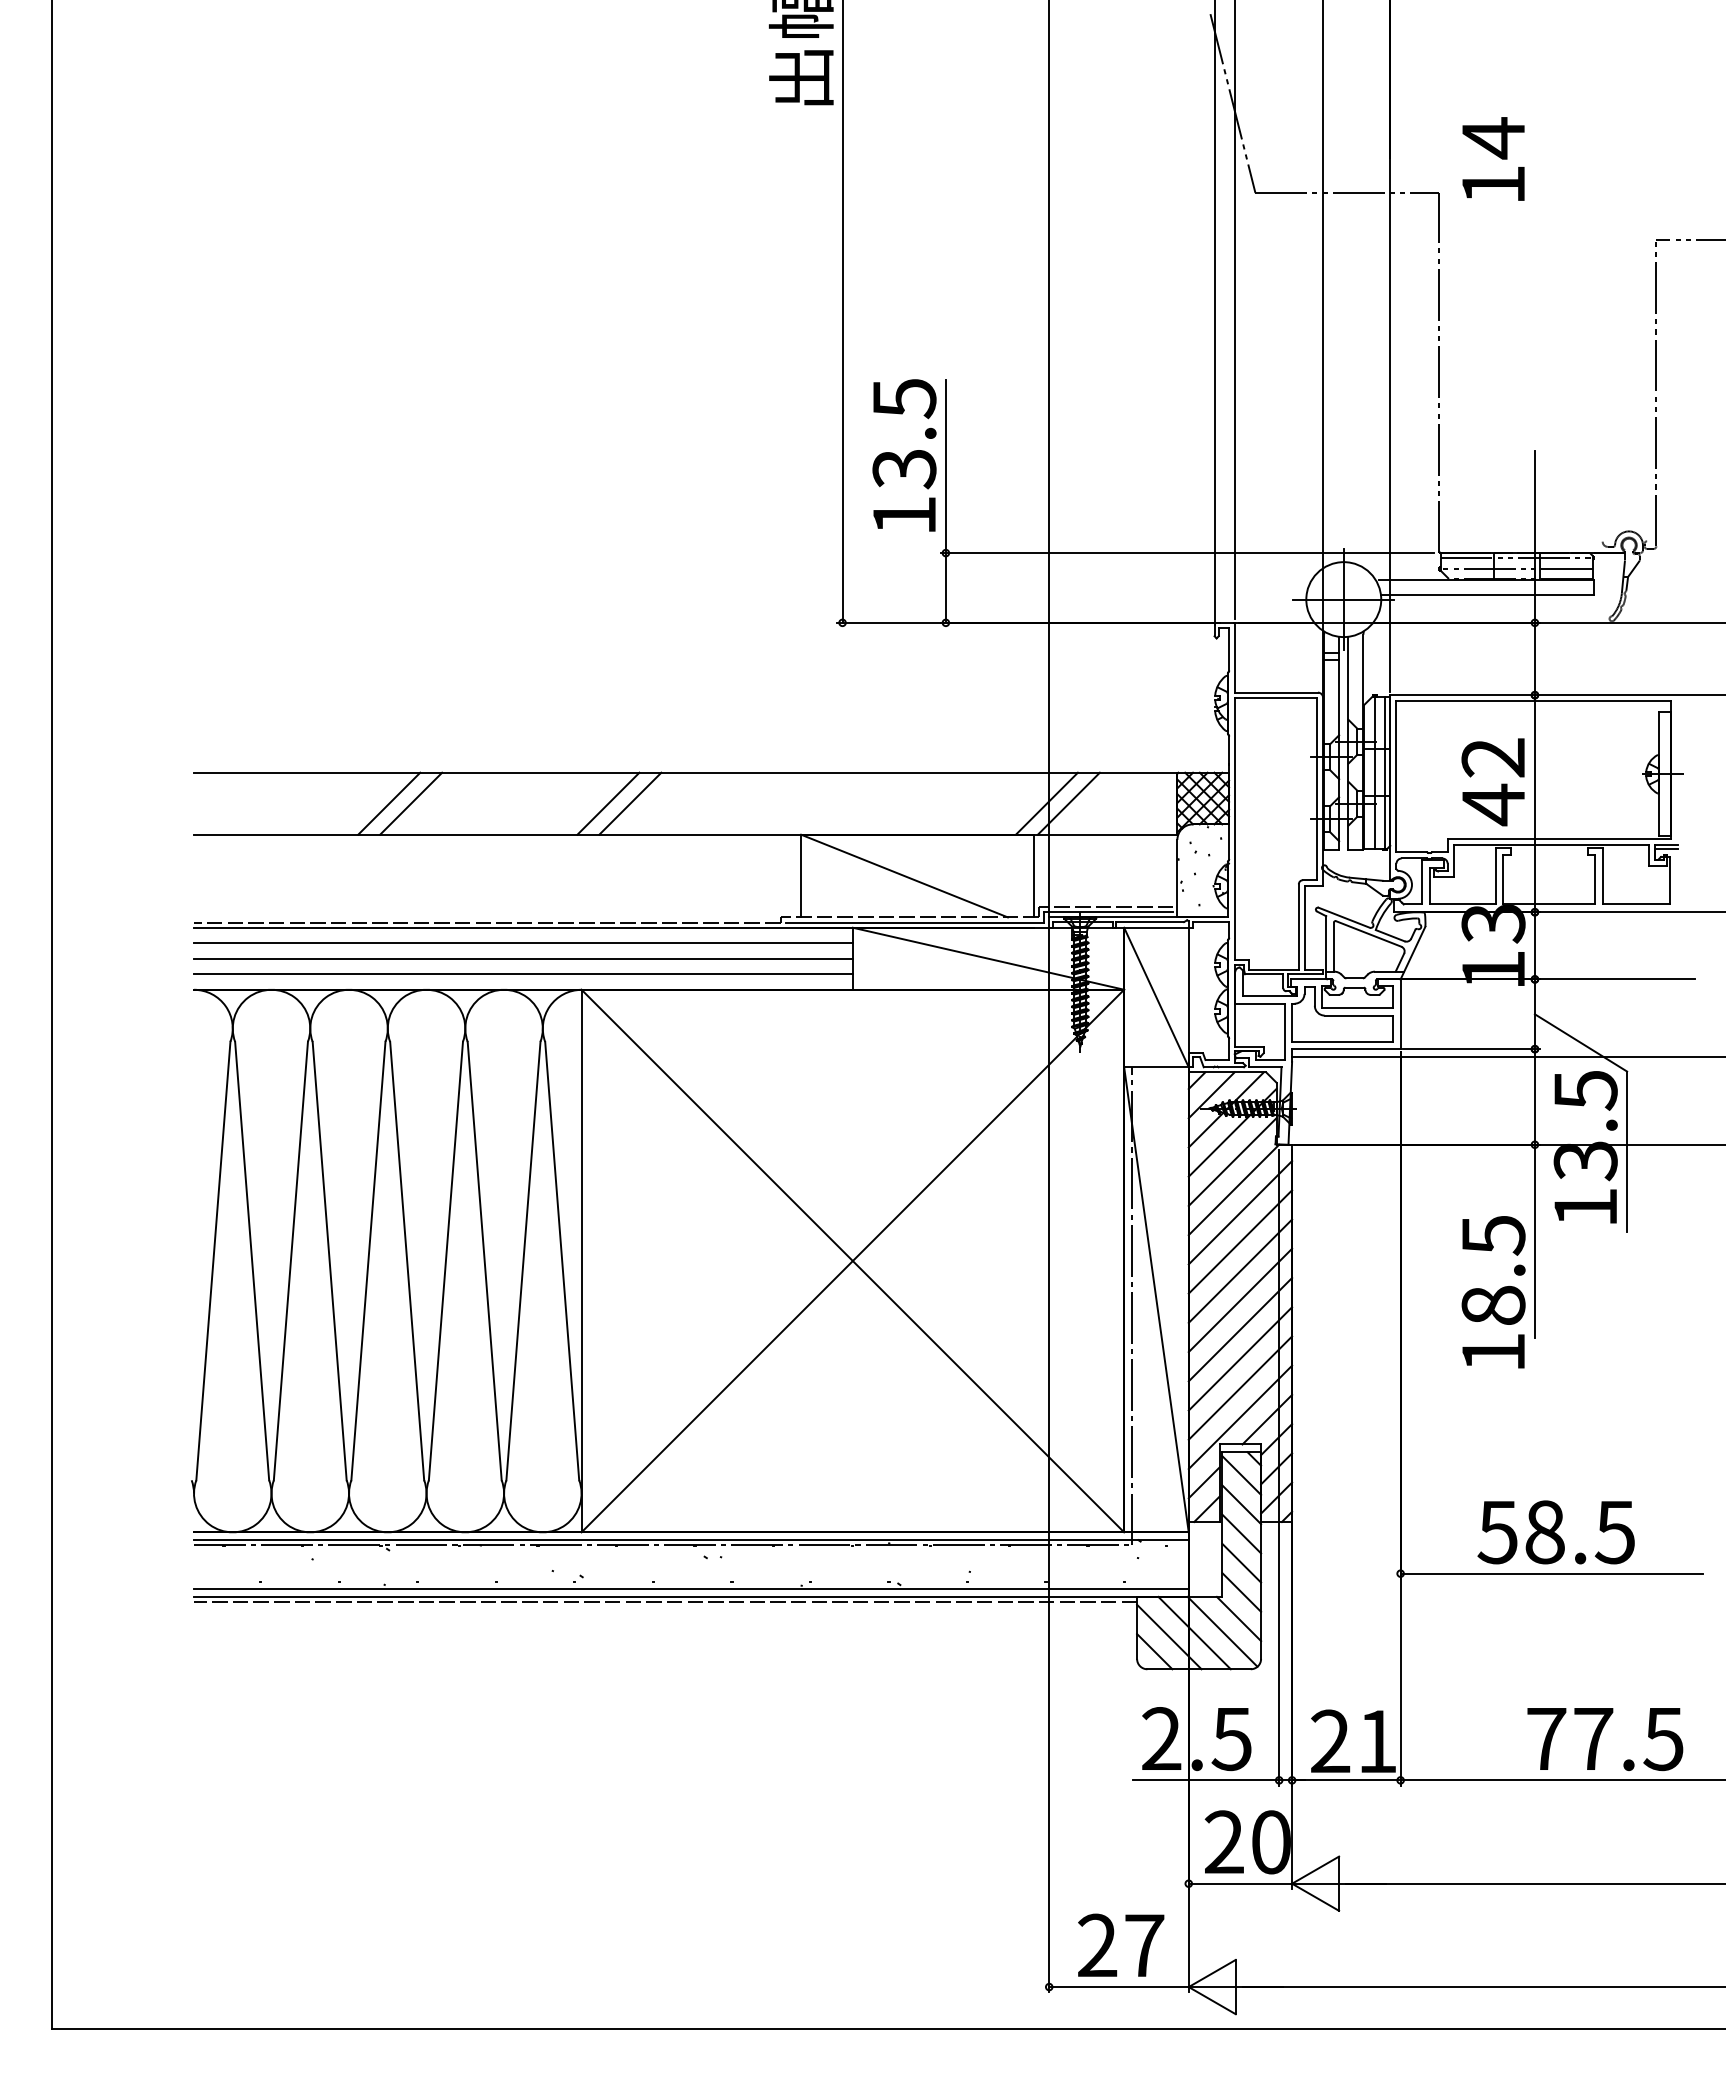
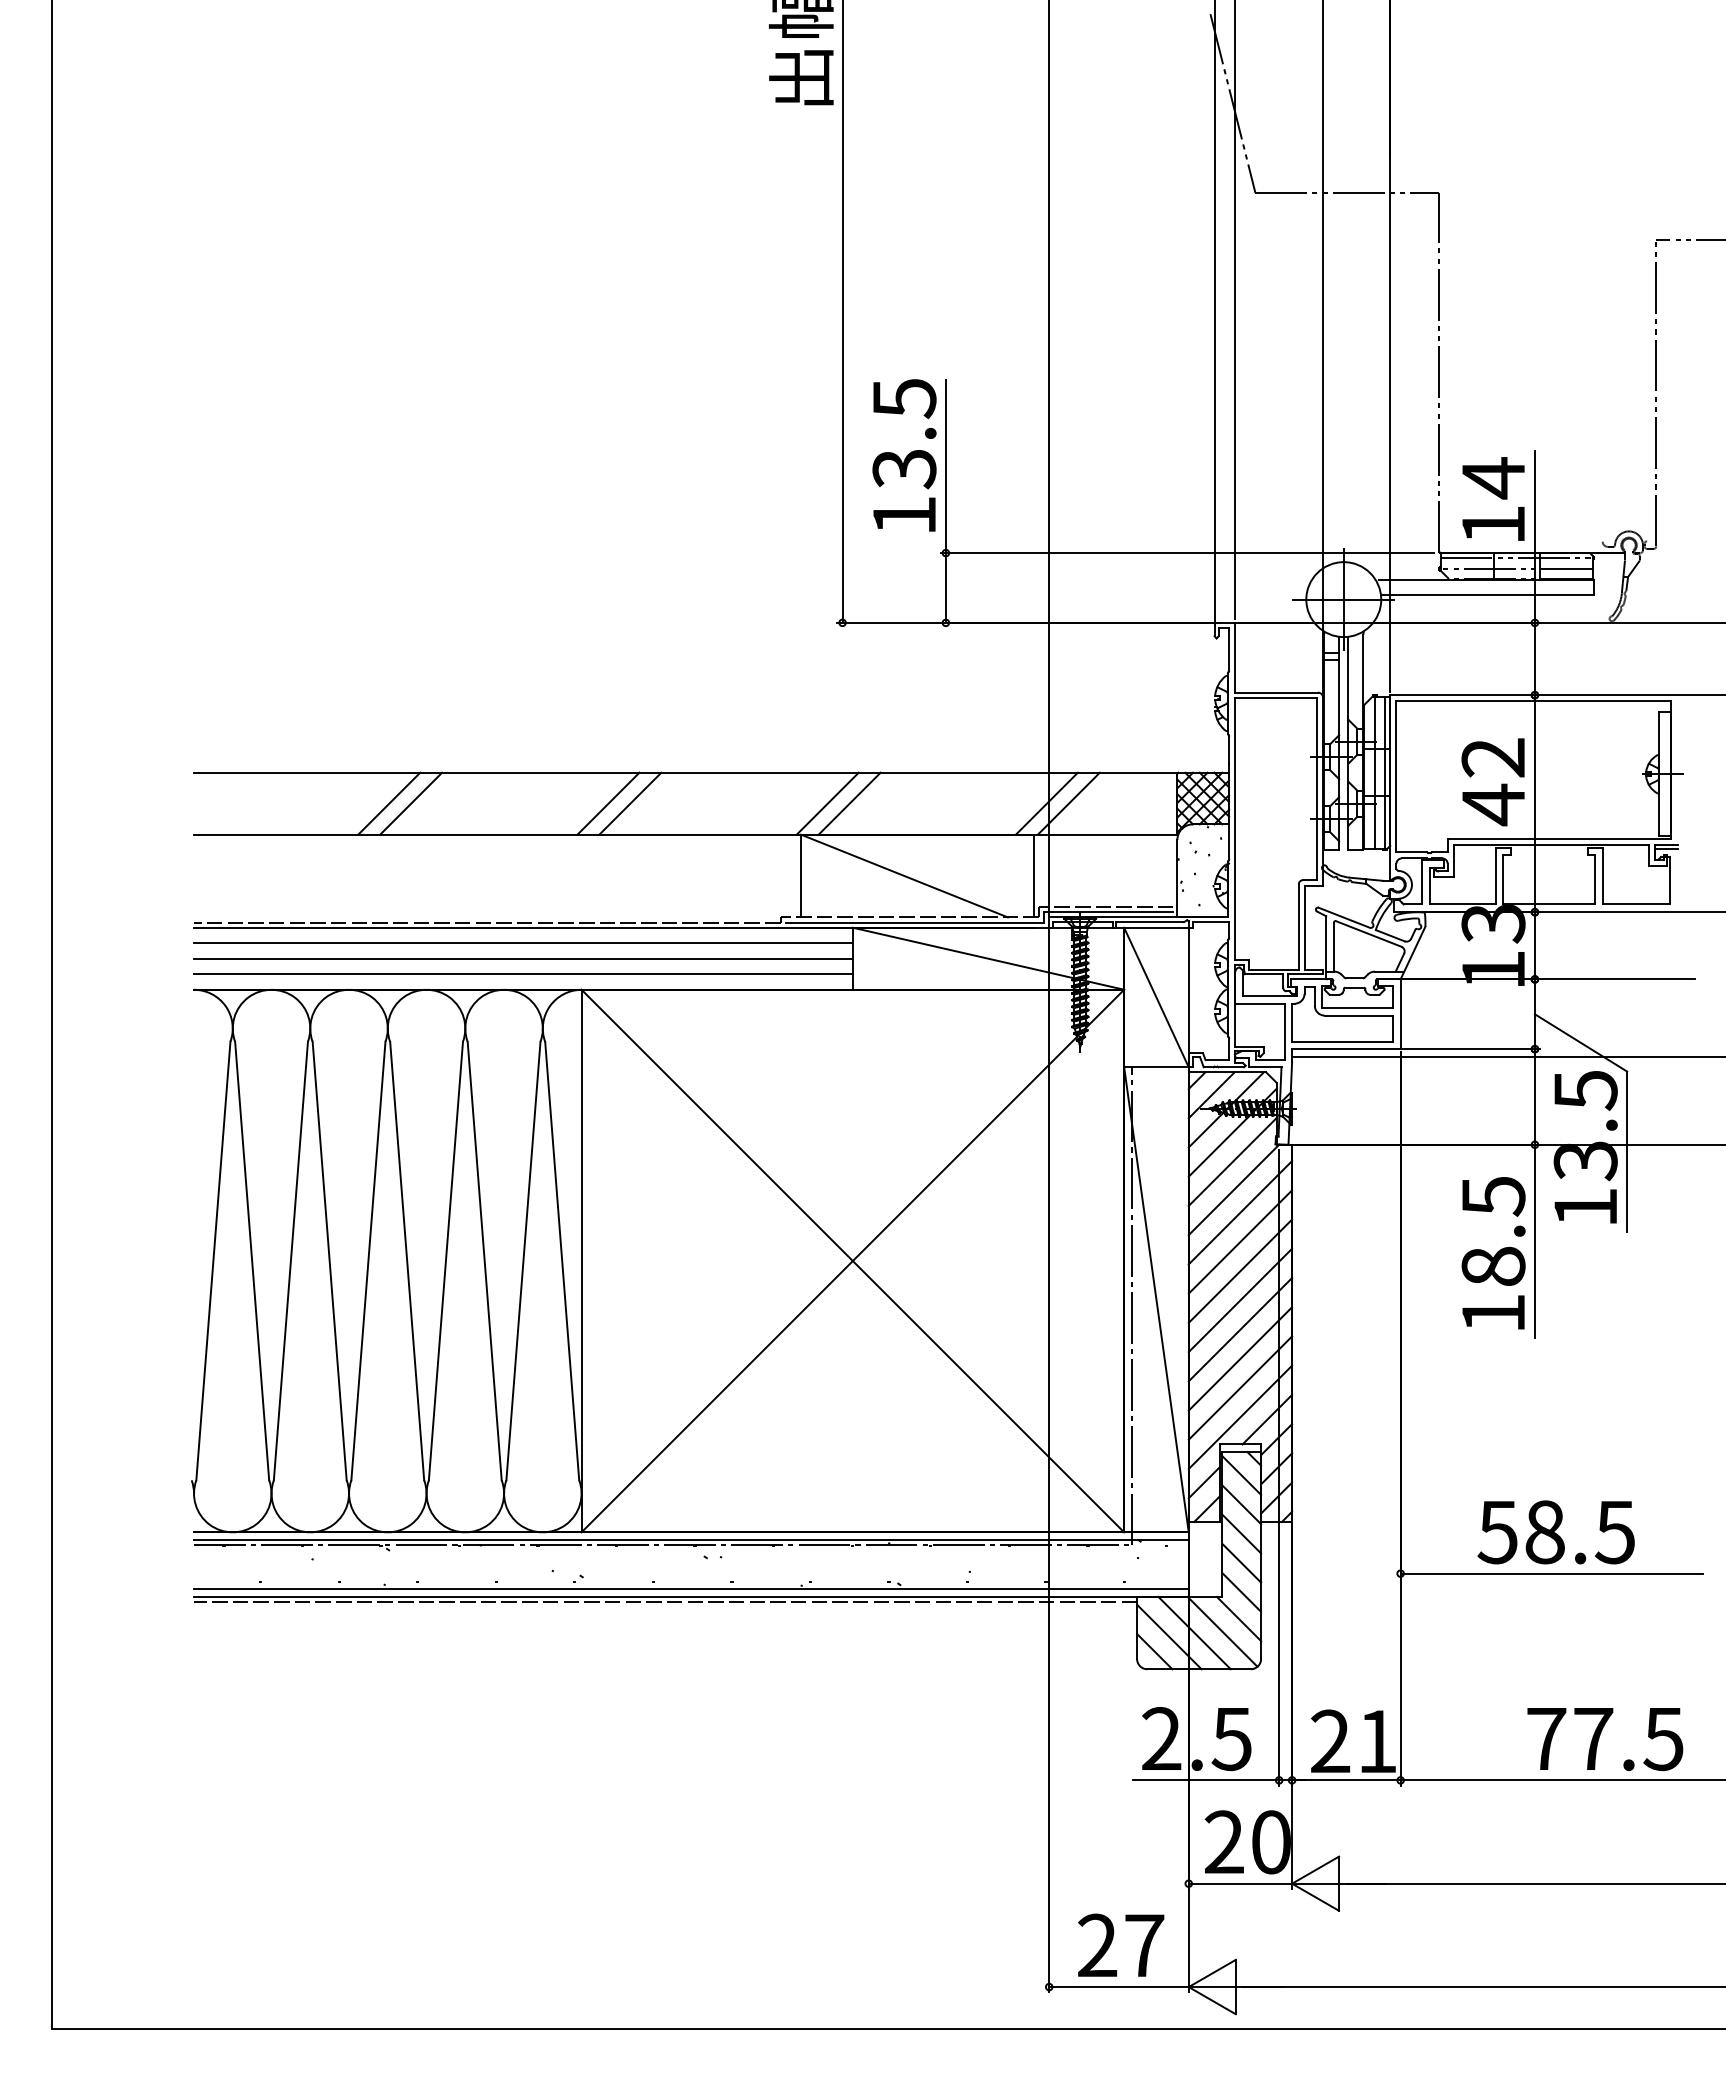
text at (1493, 158) position: (1493, 158) -> (1493, 498)
line at (827, 803): none -> present
line at (849, 803): none -> present
text at (1493, 1292) position: (1493, 1292) -> (1493, 1253)
